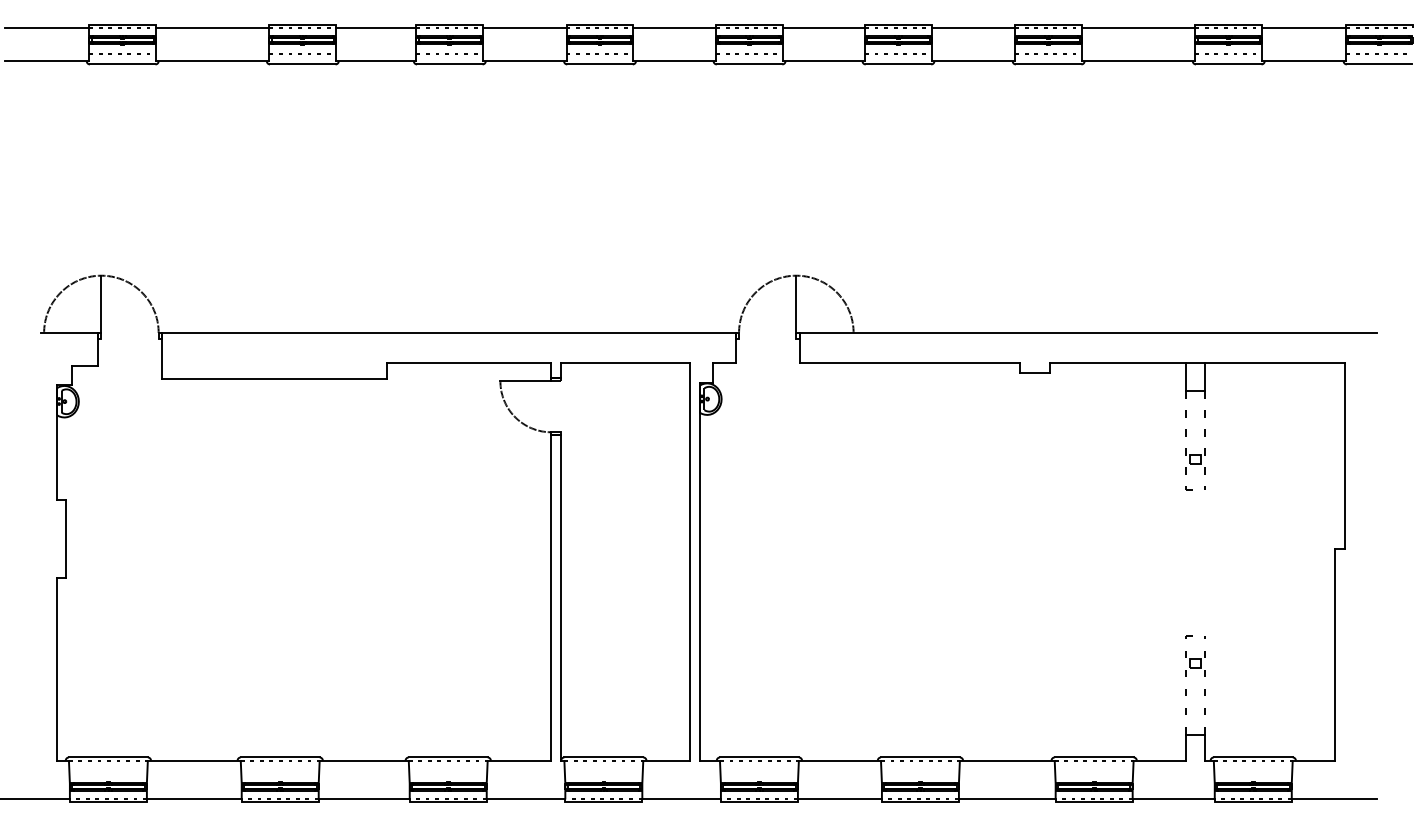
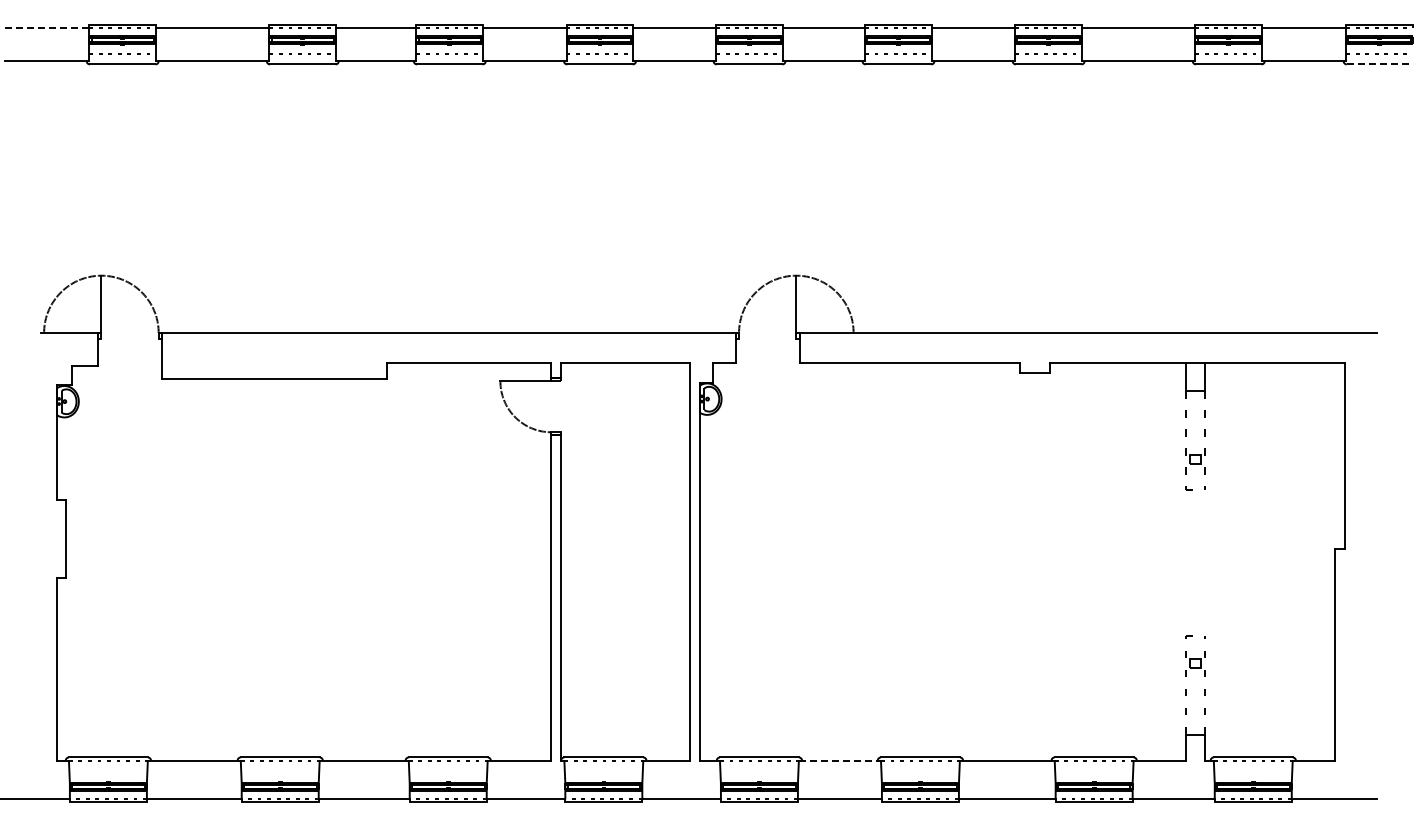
line at (47, 27): solid -> dashed
line at (1379, 64): solid -> dashed
line at (840, 760): solid -> dashed
